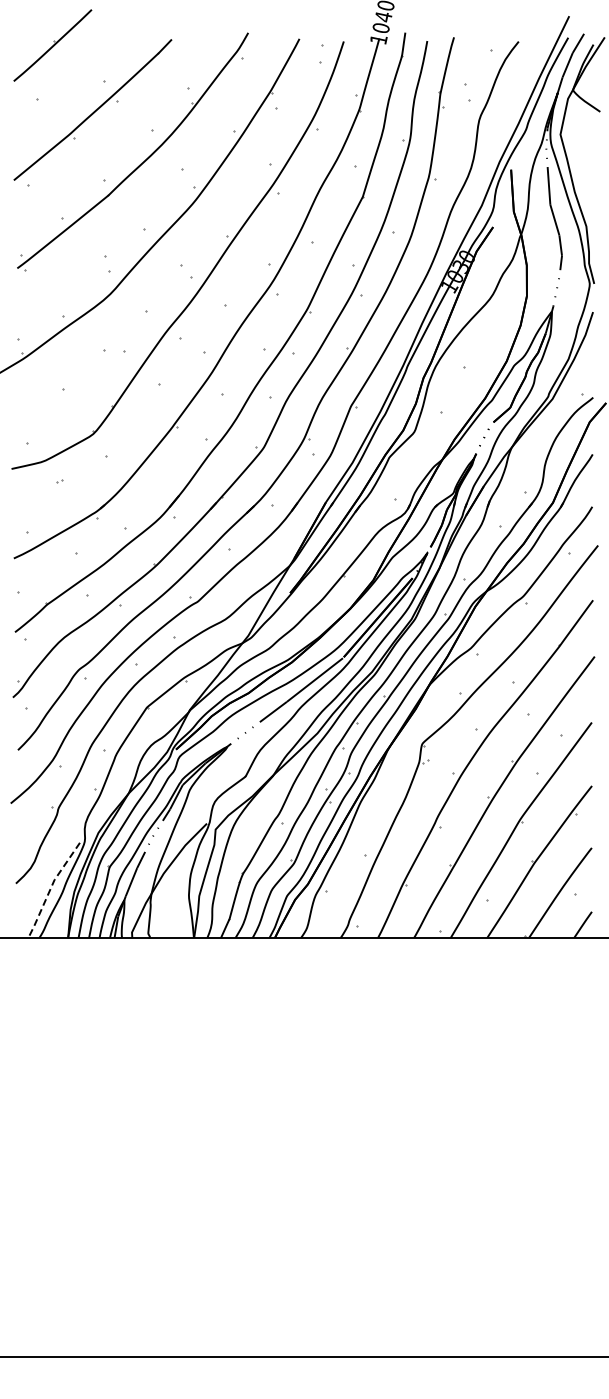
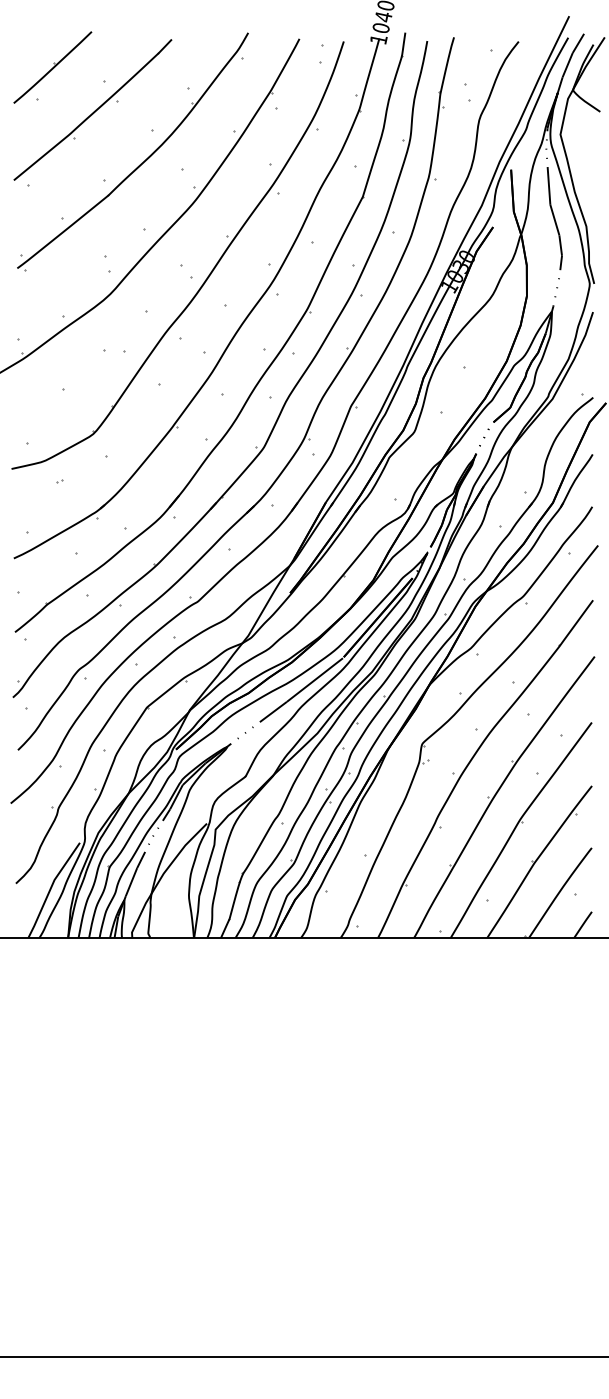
part at (52, 45) position: (52, 45) -> (52, 67)
line at (50, 889): dashed -> solid
